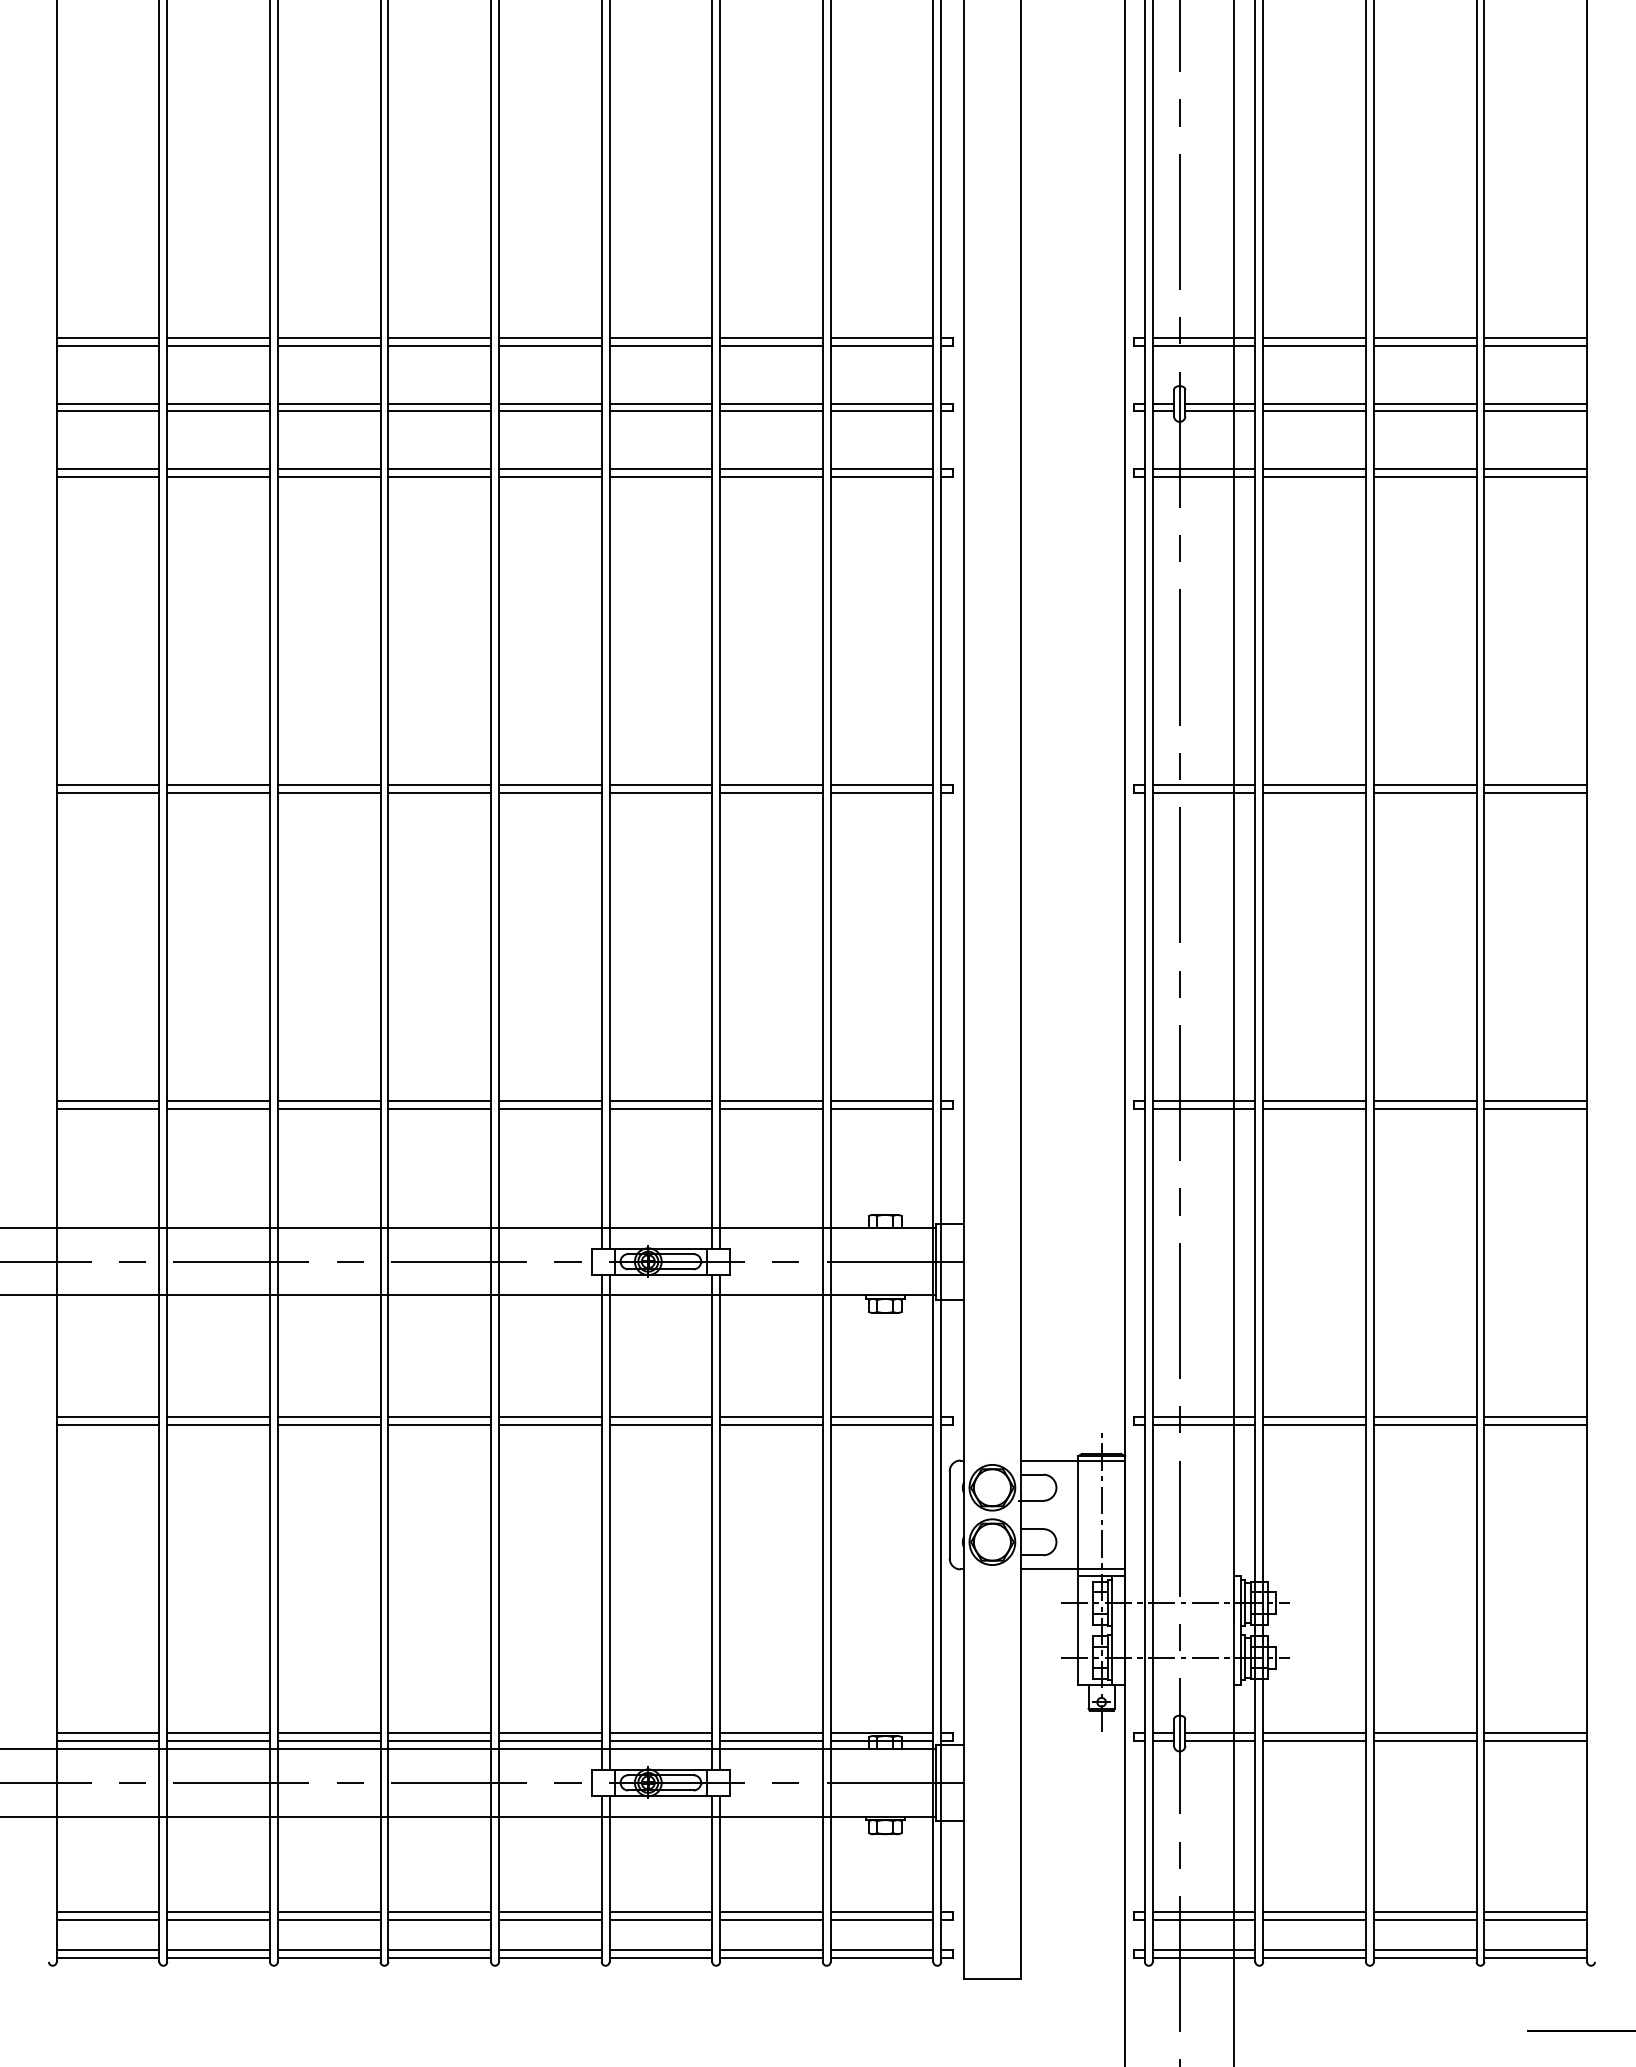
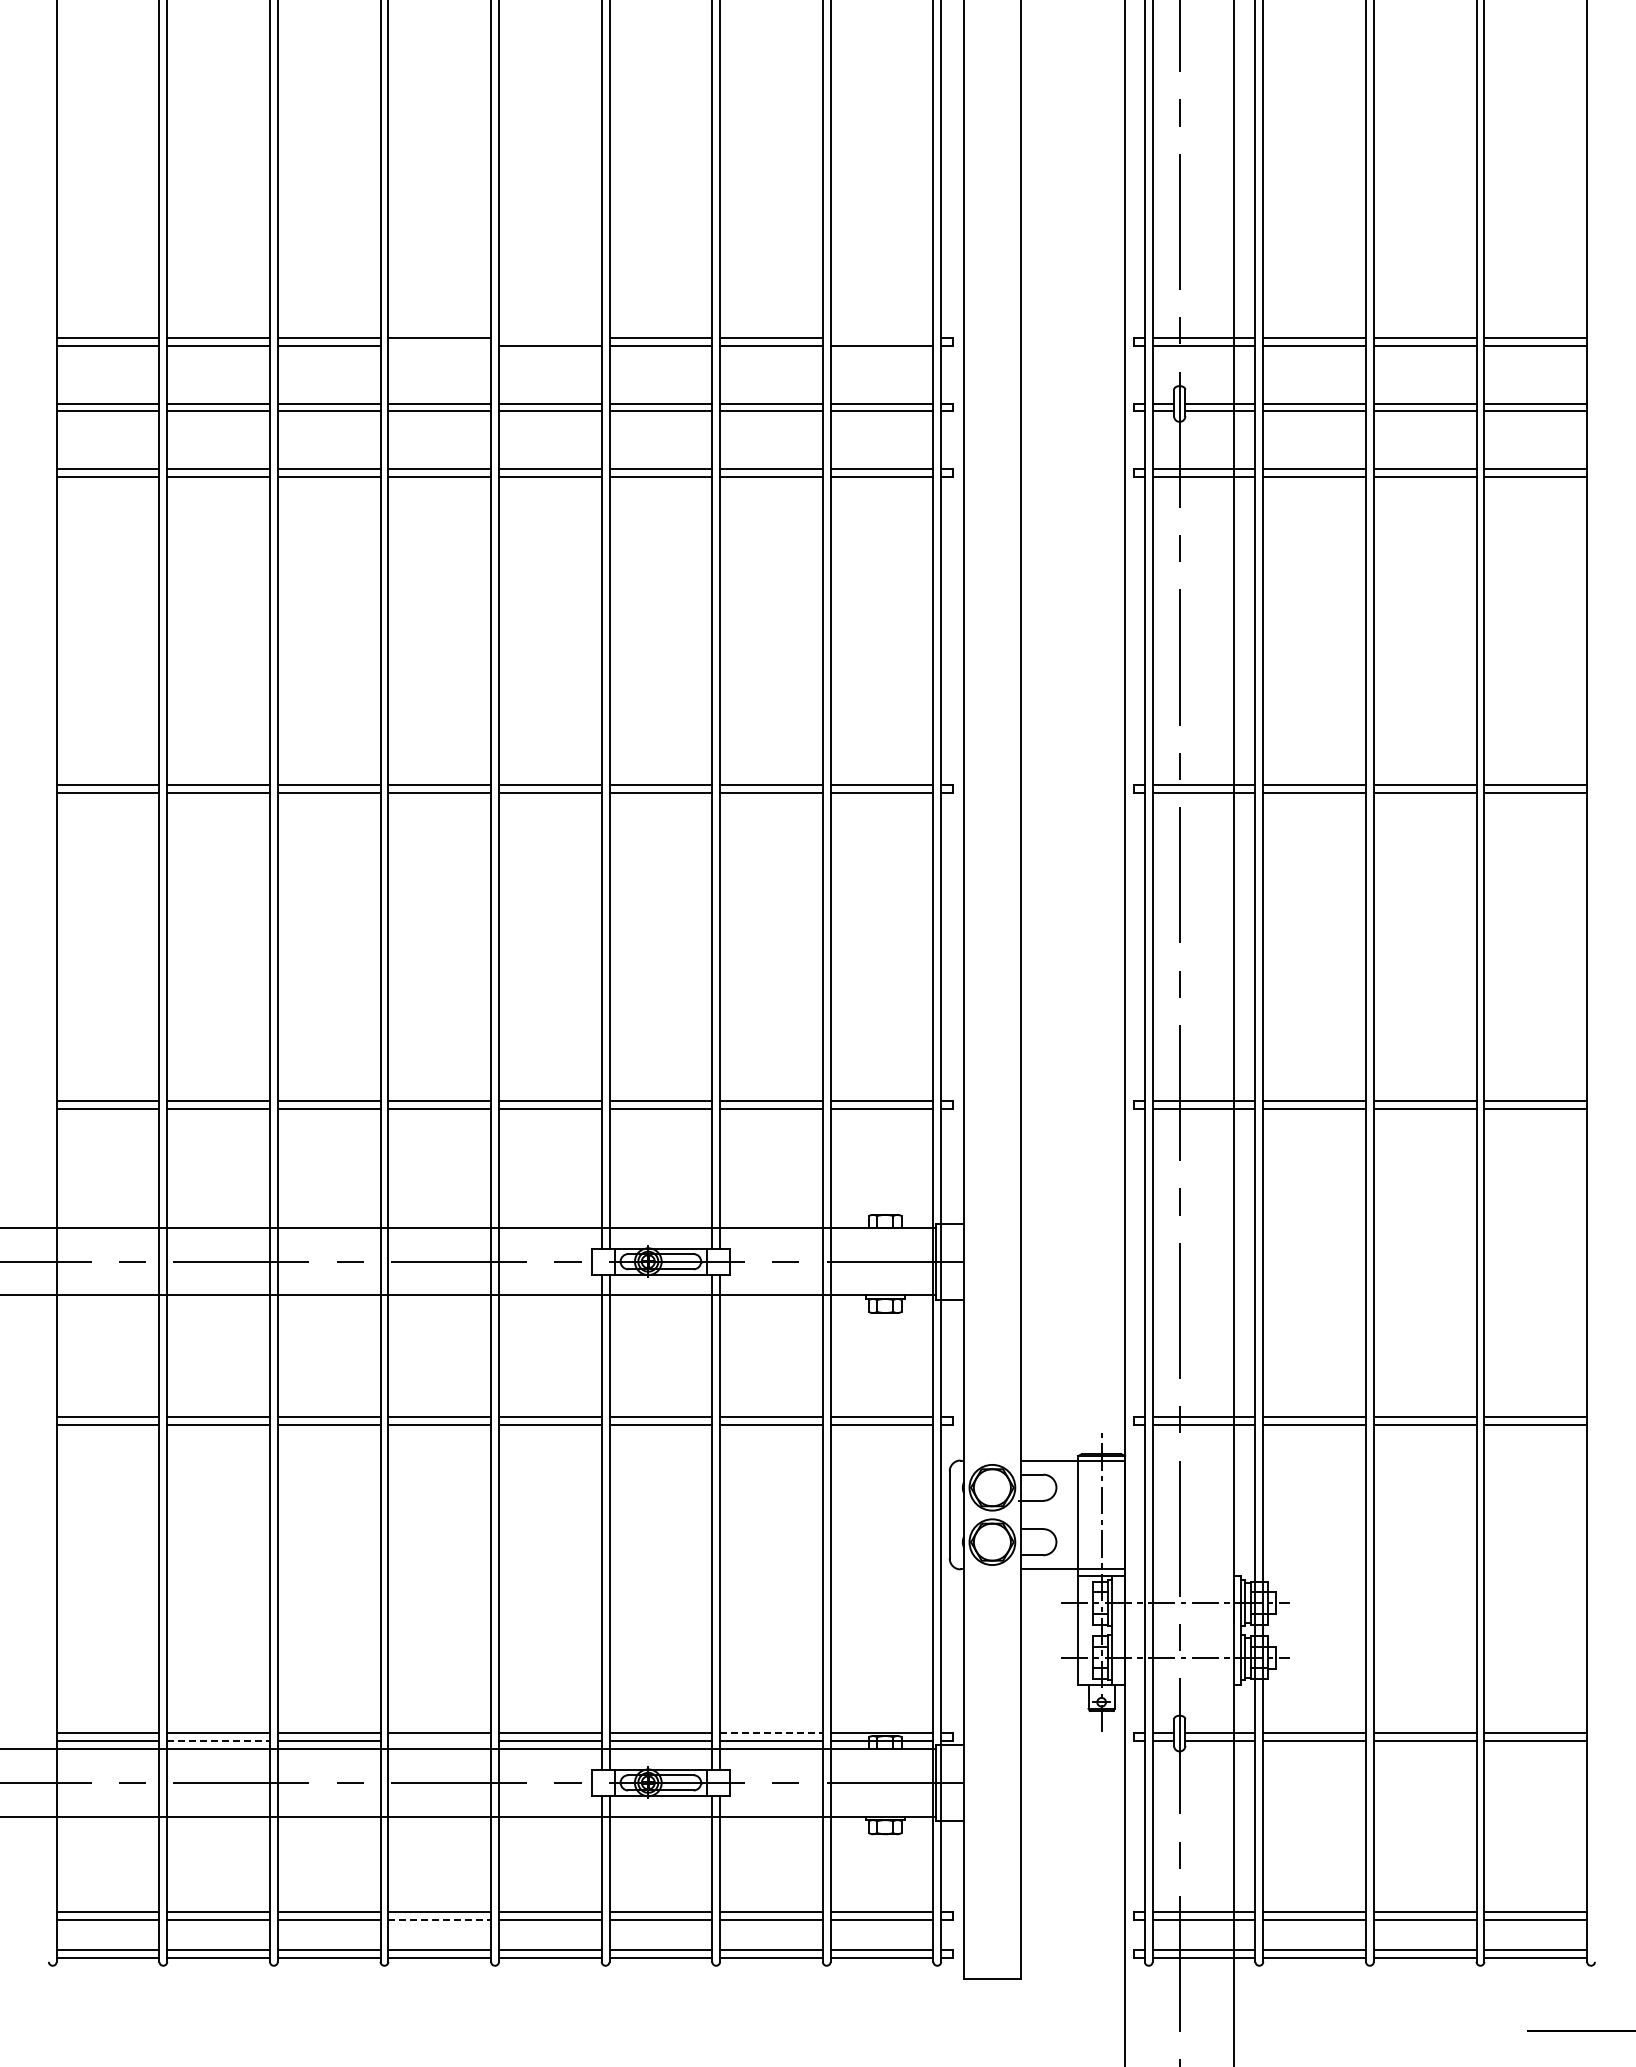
line at (549, 338): present -> none
line at (881, 338): present -> none
line at (439, 346): present -> none
line at (771, 1733): solid -> dashed
line at (219, 1741): solid -> dashed
line at (439, 1741): present -> none
line at (440, 1919): solid -> dashed
